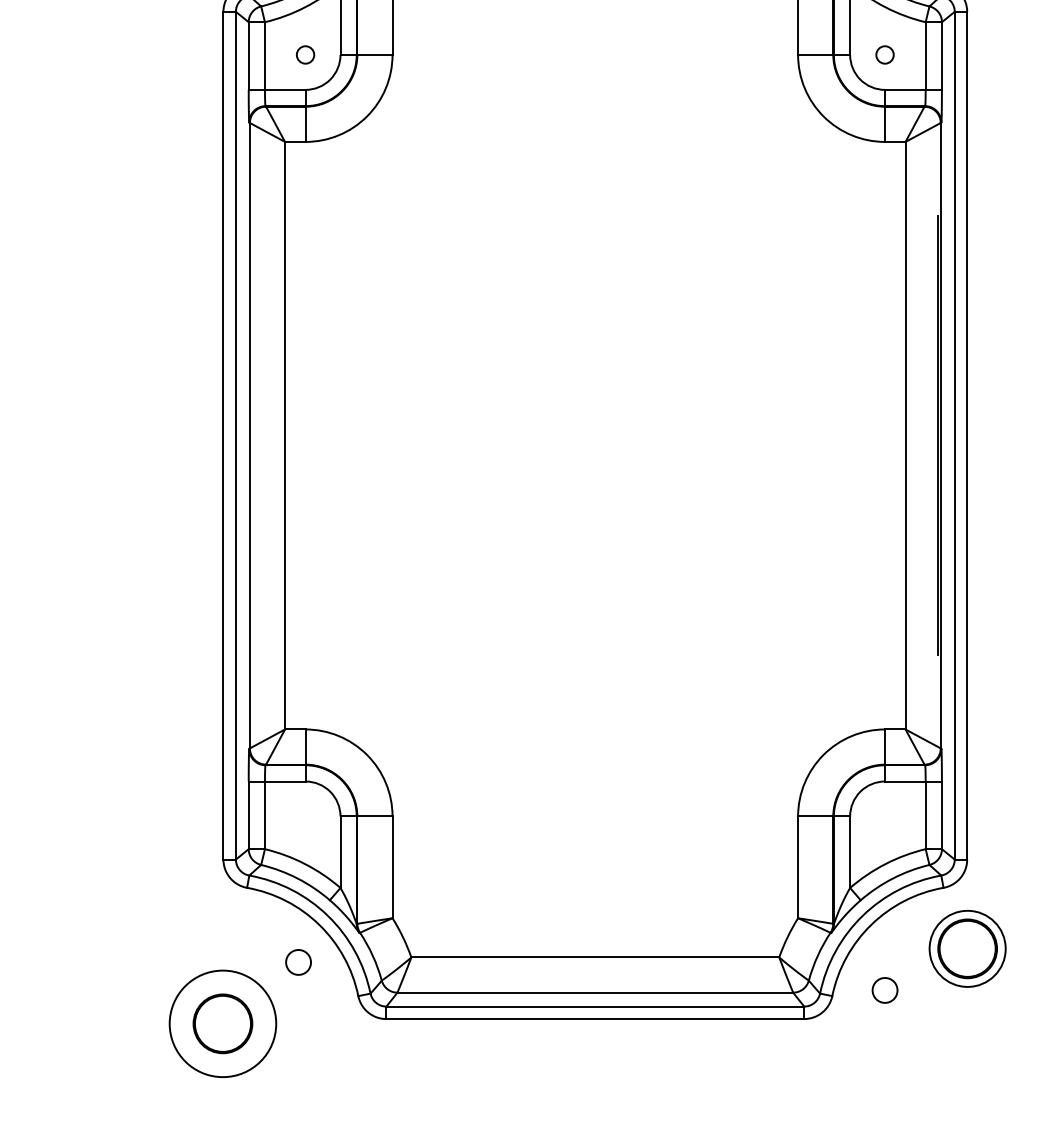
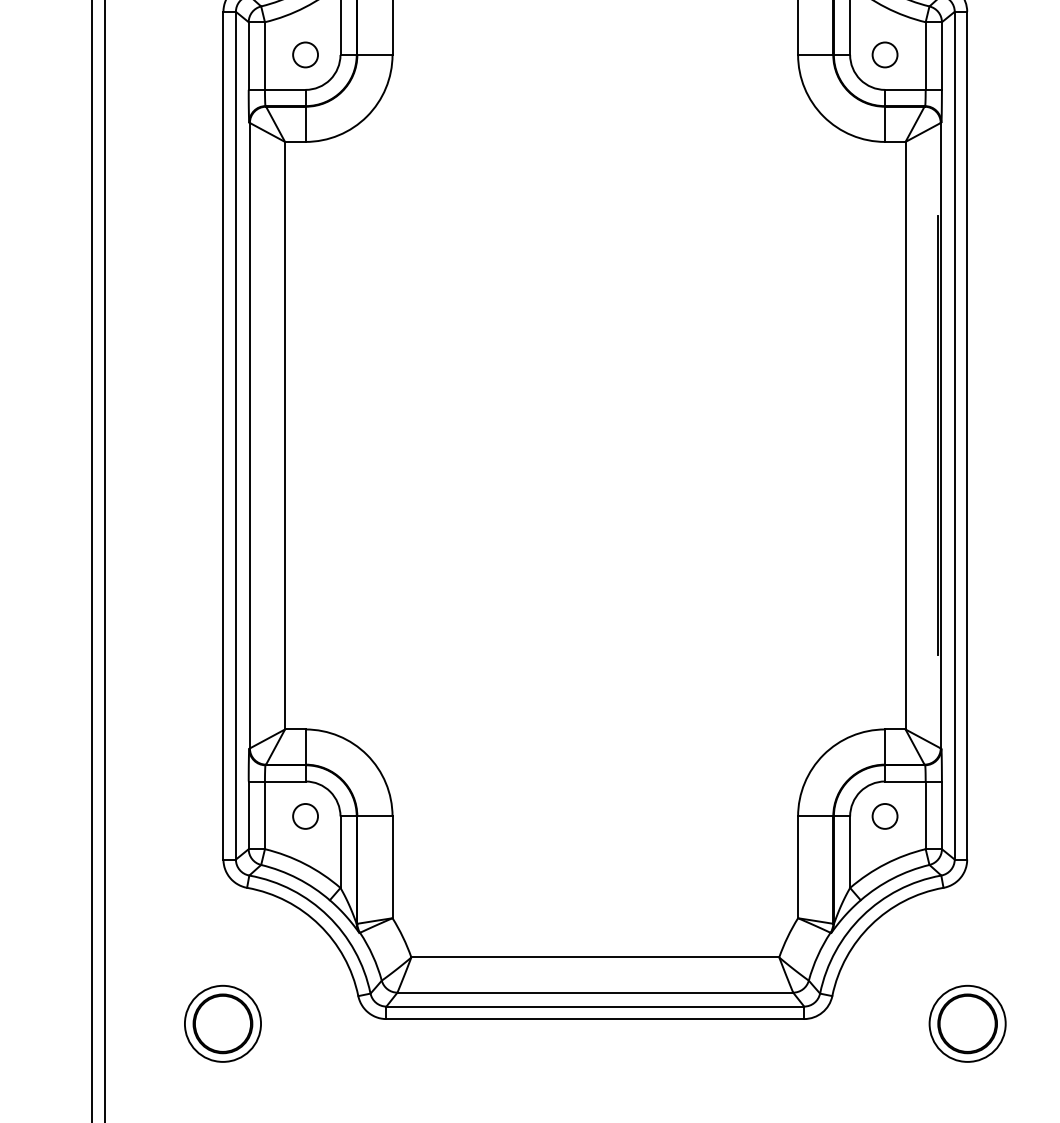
circle at (305, 54) size: 20x20 px -> 27x28 px
circle at (884, 54) size: 20x20 px -> 28x28 px
line at (92, 560): none -> present
line at (104, 560): none -> present
part at (967, 948) position: (967, 948) -> (967, 1023)
circle at (298, 962) position: (298, 962) -> (305, 816)
circle at (884, 990) position: (884, 990) -> (884, 816)
circle at (222, 1023) diameter: 107 px -> 76 px
